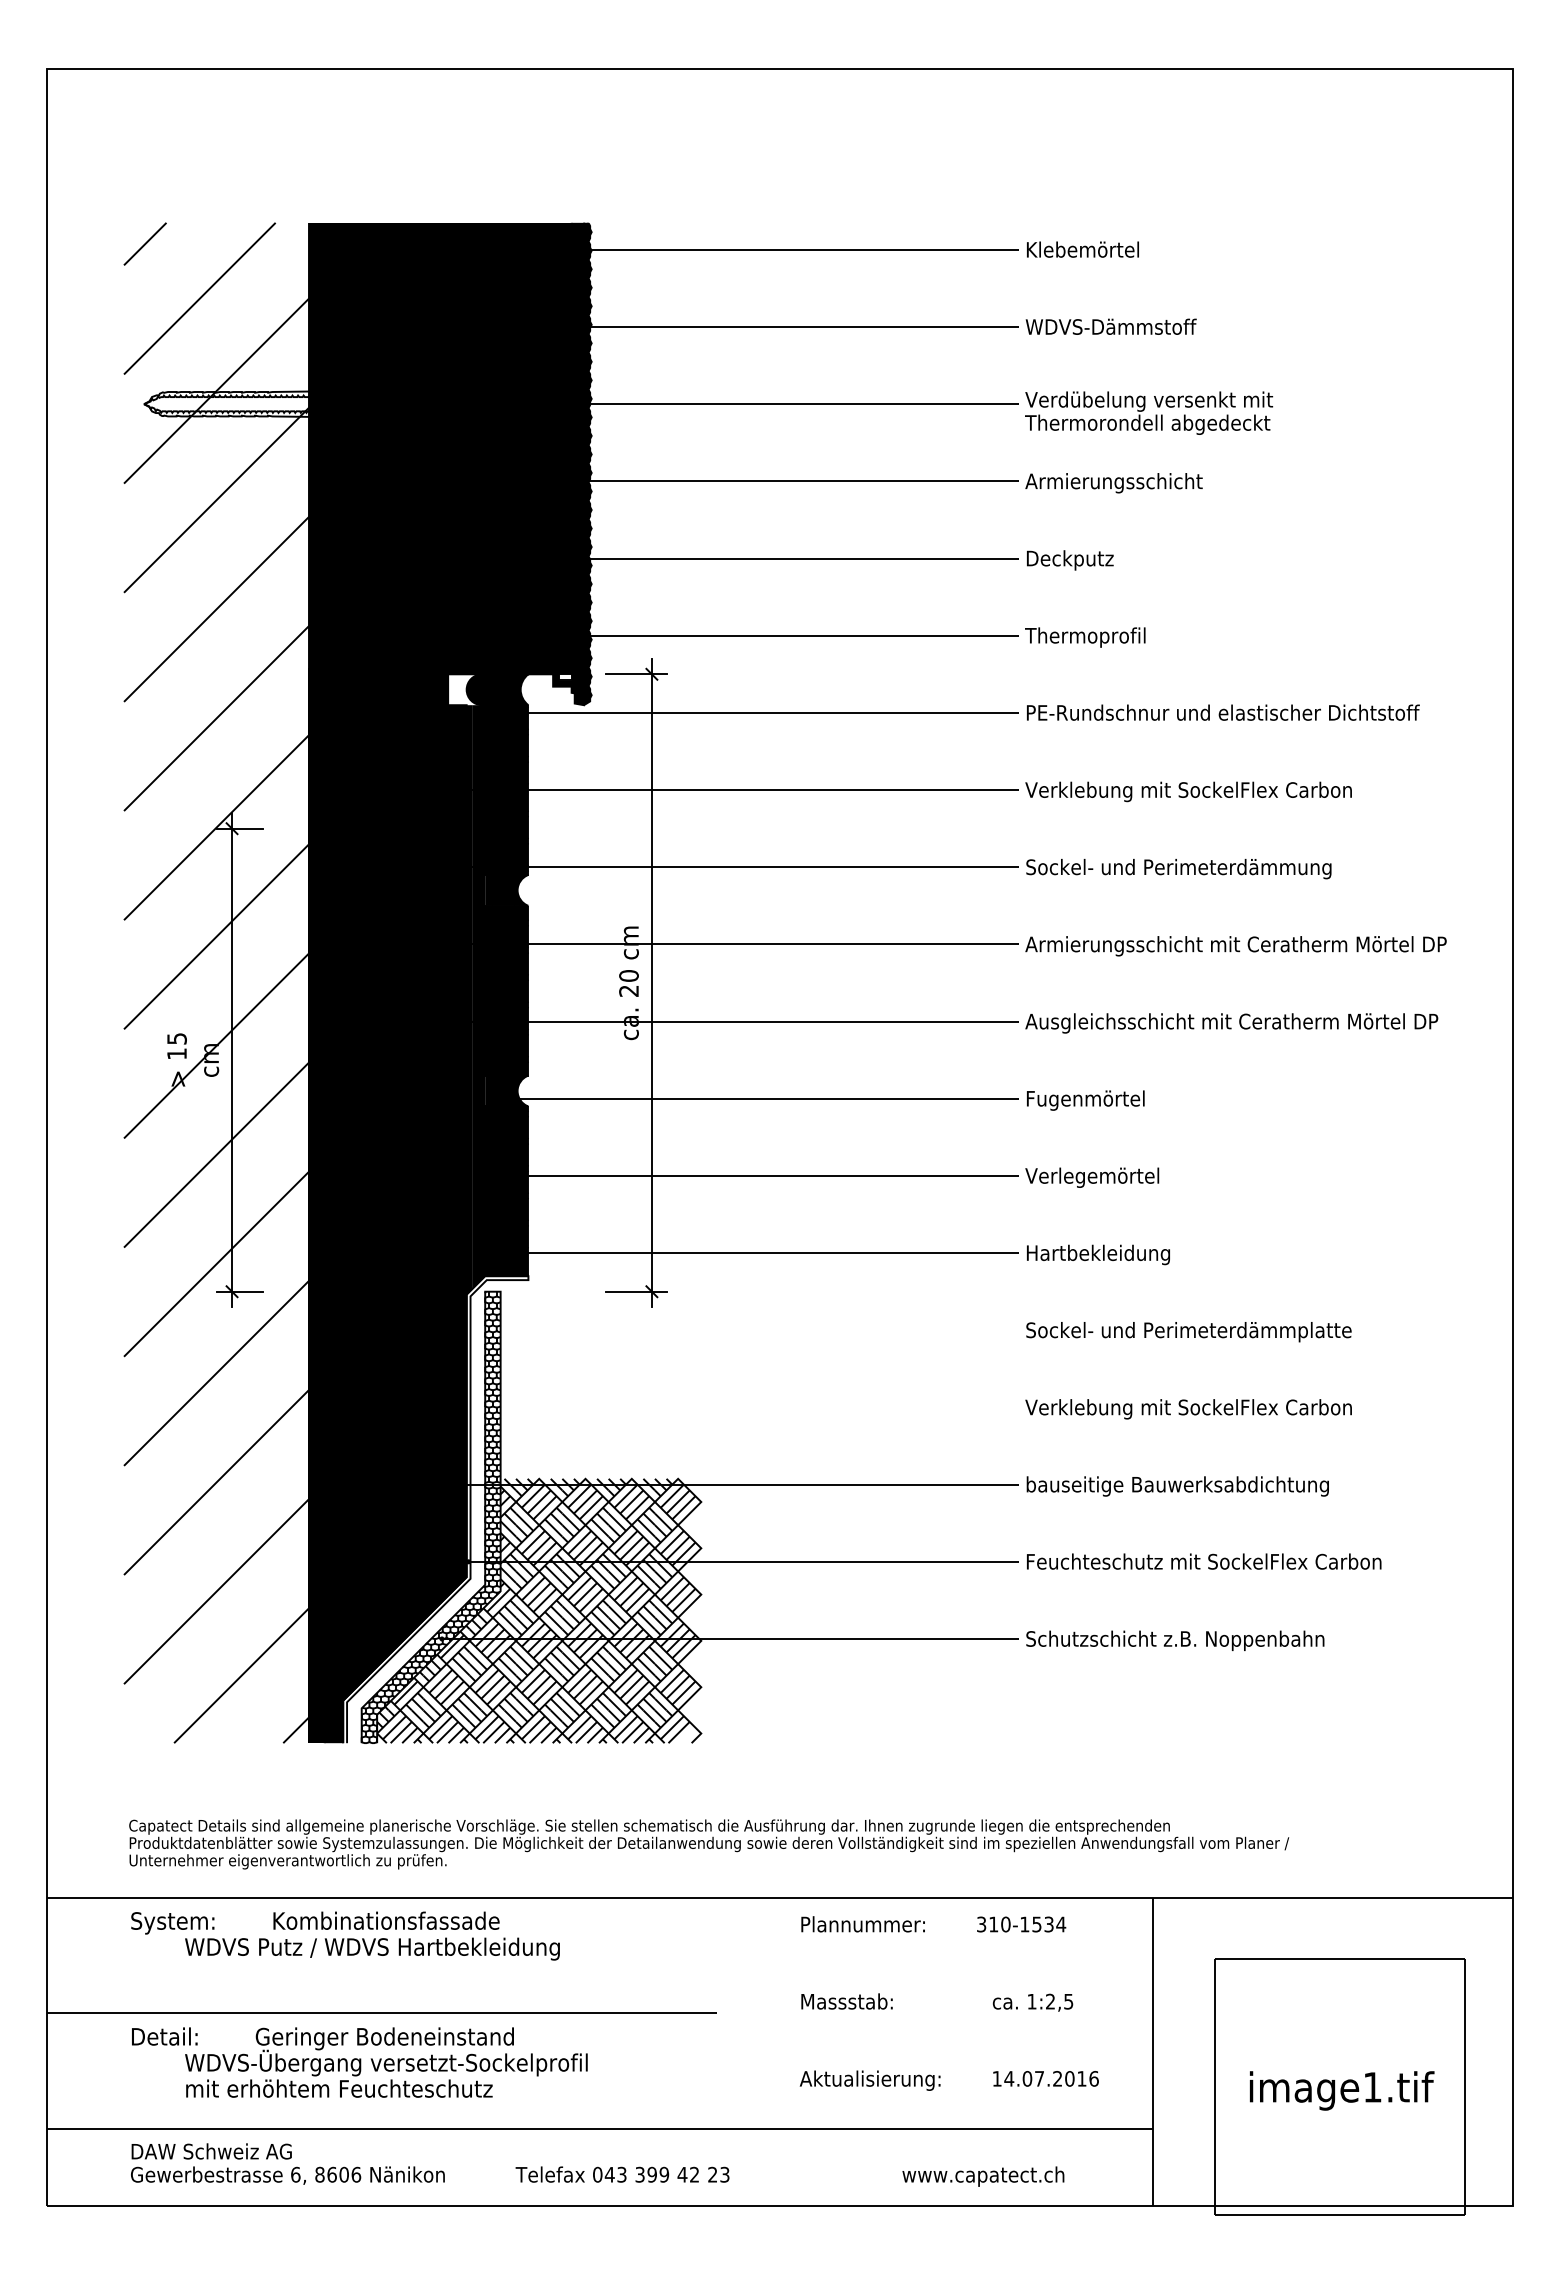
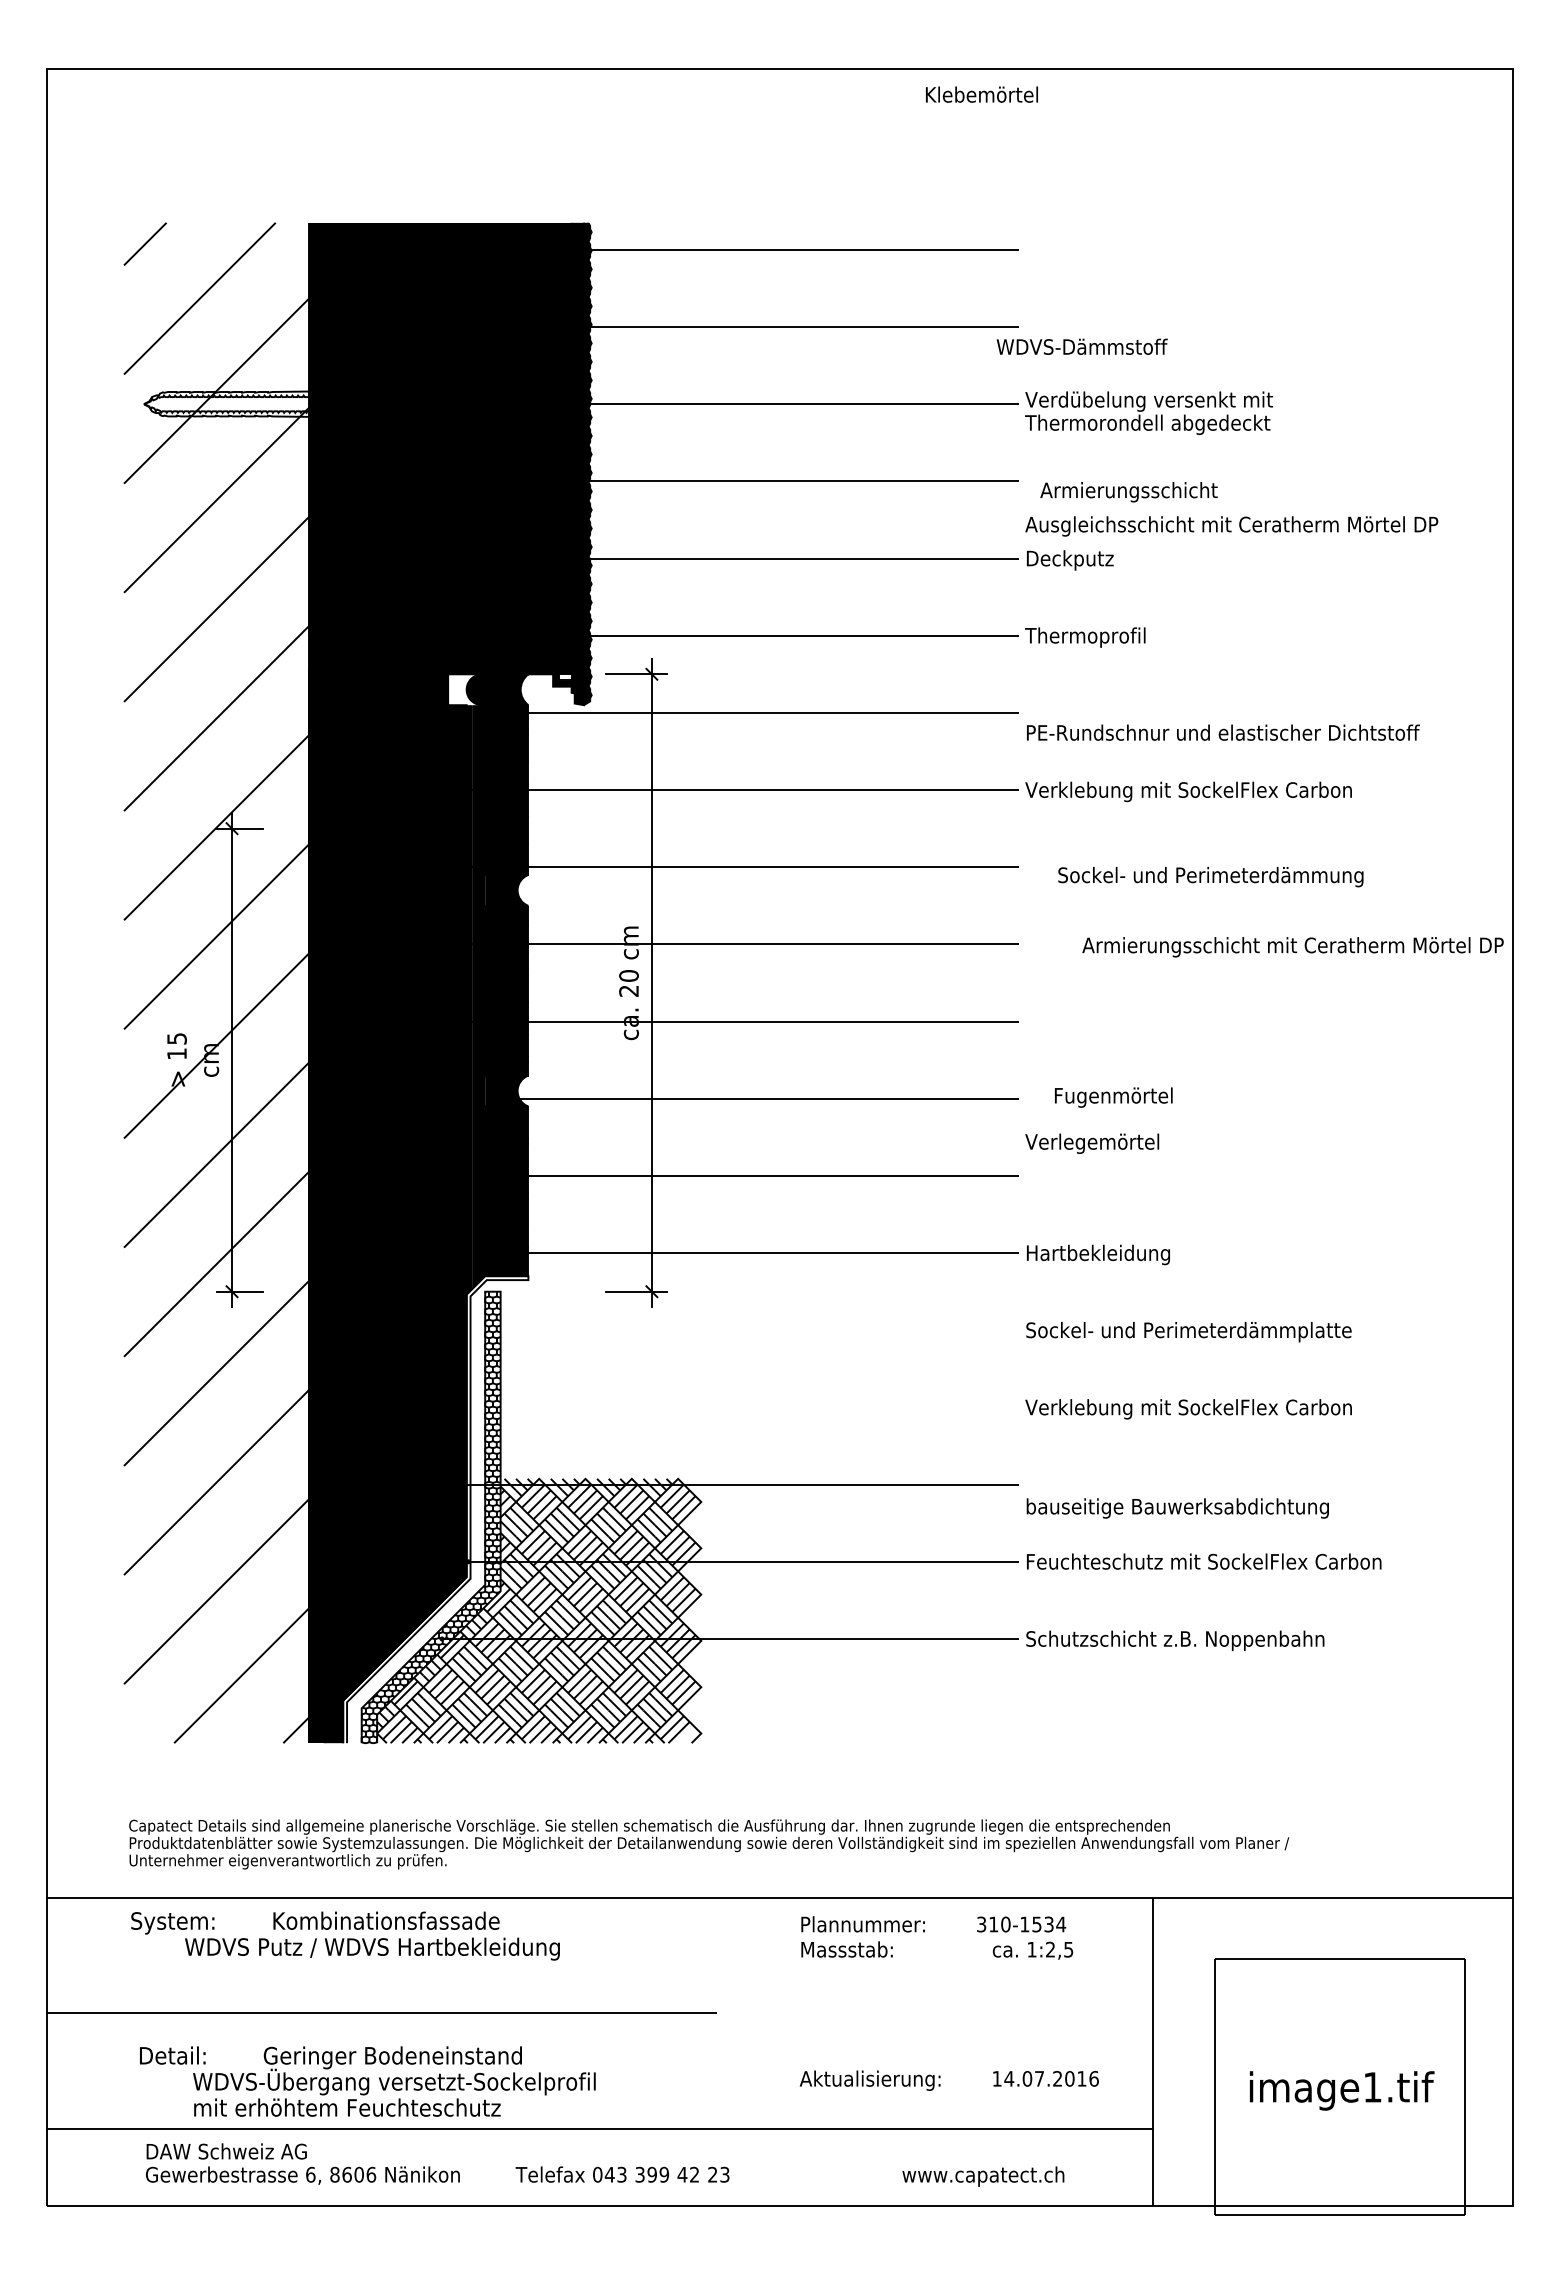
text at (1082, 249) position: (1082, 249) -> (981, 94)
text at (1110, 326) position: (1110, 326) -> (1081, 346)
text at (1113, 483) position: (1113, 483) -> (1128, 492)
text at (1223, 712) position: (1223, 712) -> (1223, 732)
text at (1178, 869) position: (1178, 869) -> (1210, 877)
text at (1235, 946) position: (1235, 946) -> (1292, 947)
text at (1231, 1023) position: (1231, 1023) -> (1231, 526)
text at (1085, 1100) position: (1085, 1100) -> (1113, 1097)
text at (1092, 1177) position: (1092, 1177) -> (1092, 1143)
text at (1177, 1486) position: (1177, 1486) -> (1177, 1508)
text at (937, 2002) position: (937, 2002) -> (937, 1950)
text at (359, 2062) position: (359, 2062) -> (367, 2081)
text at (287, 2163) position: (287, 2163) -> (302, 2163)
